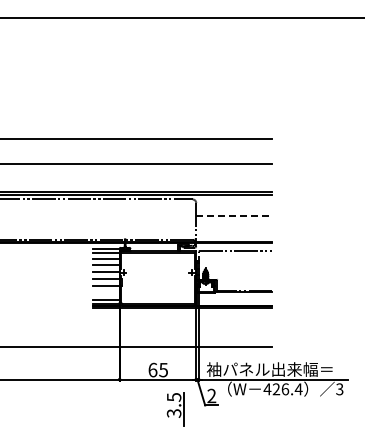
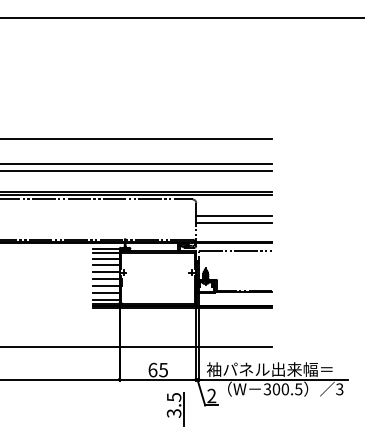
line at (137, 171): none -> present
line at (234, 215): dashed -> solid
line at (234, 223): none -> present
line at (105, 293): none -> present
text at (282, 389): 426.4 -> 300.5
